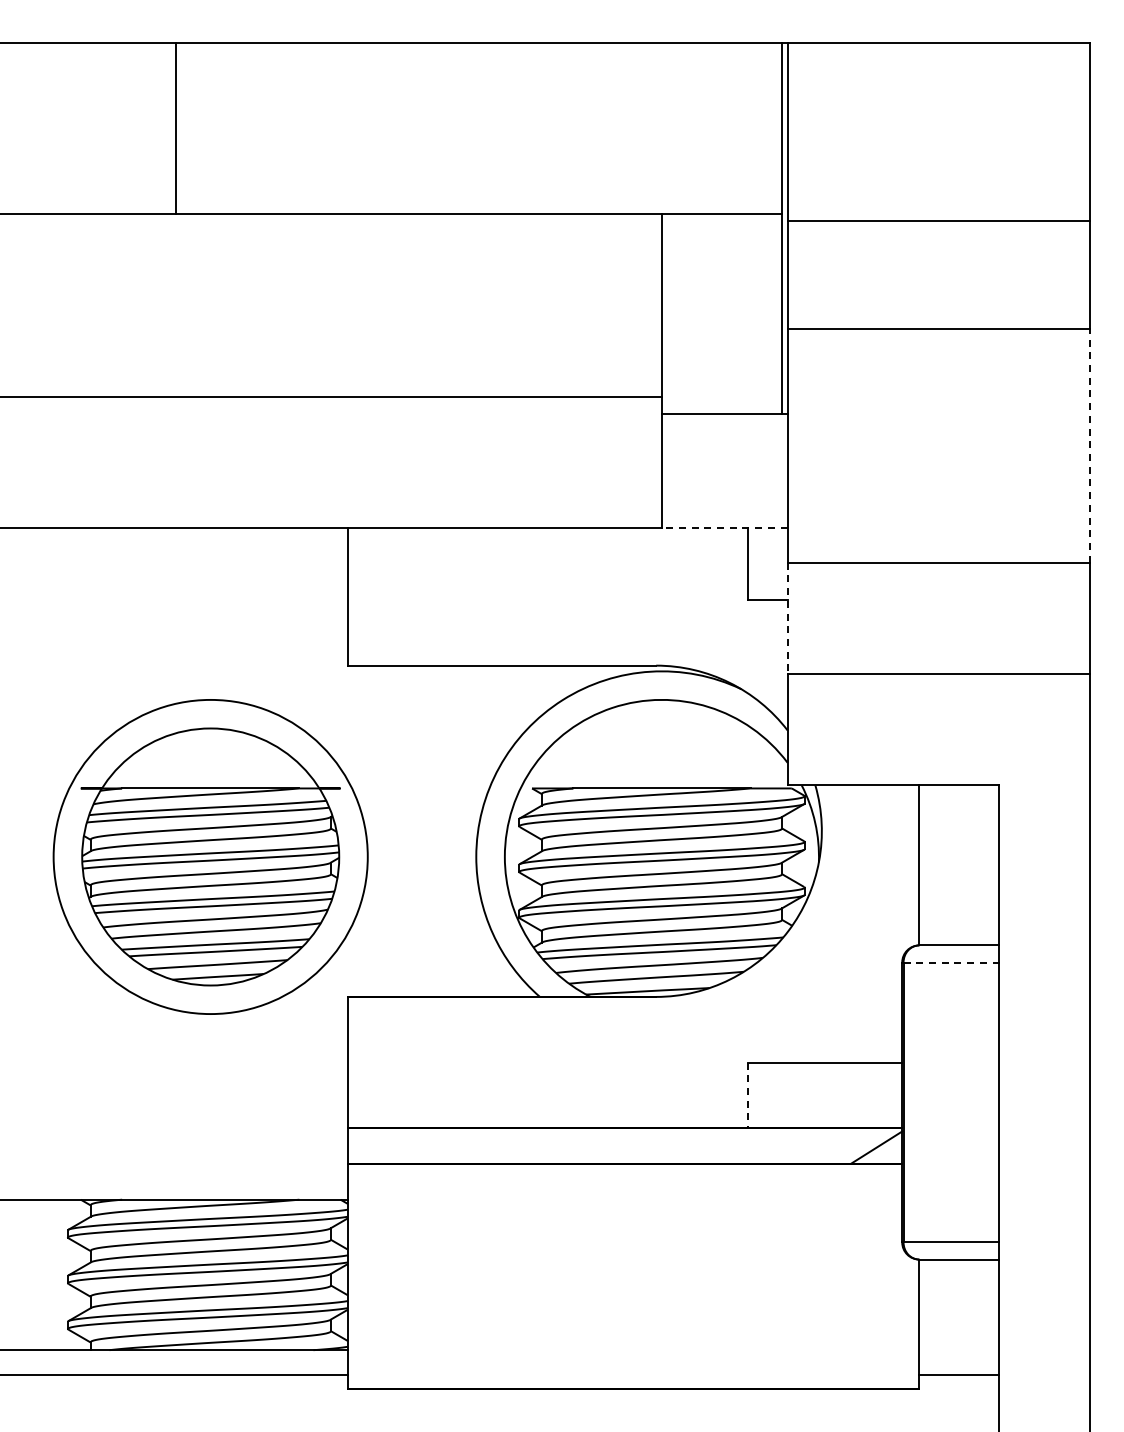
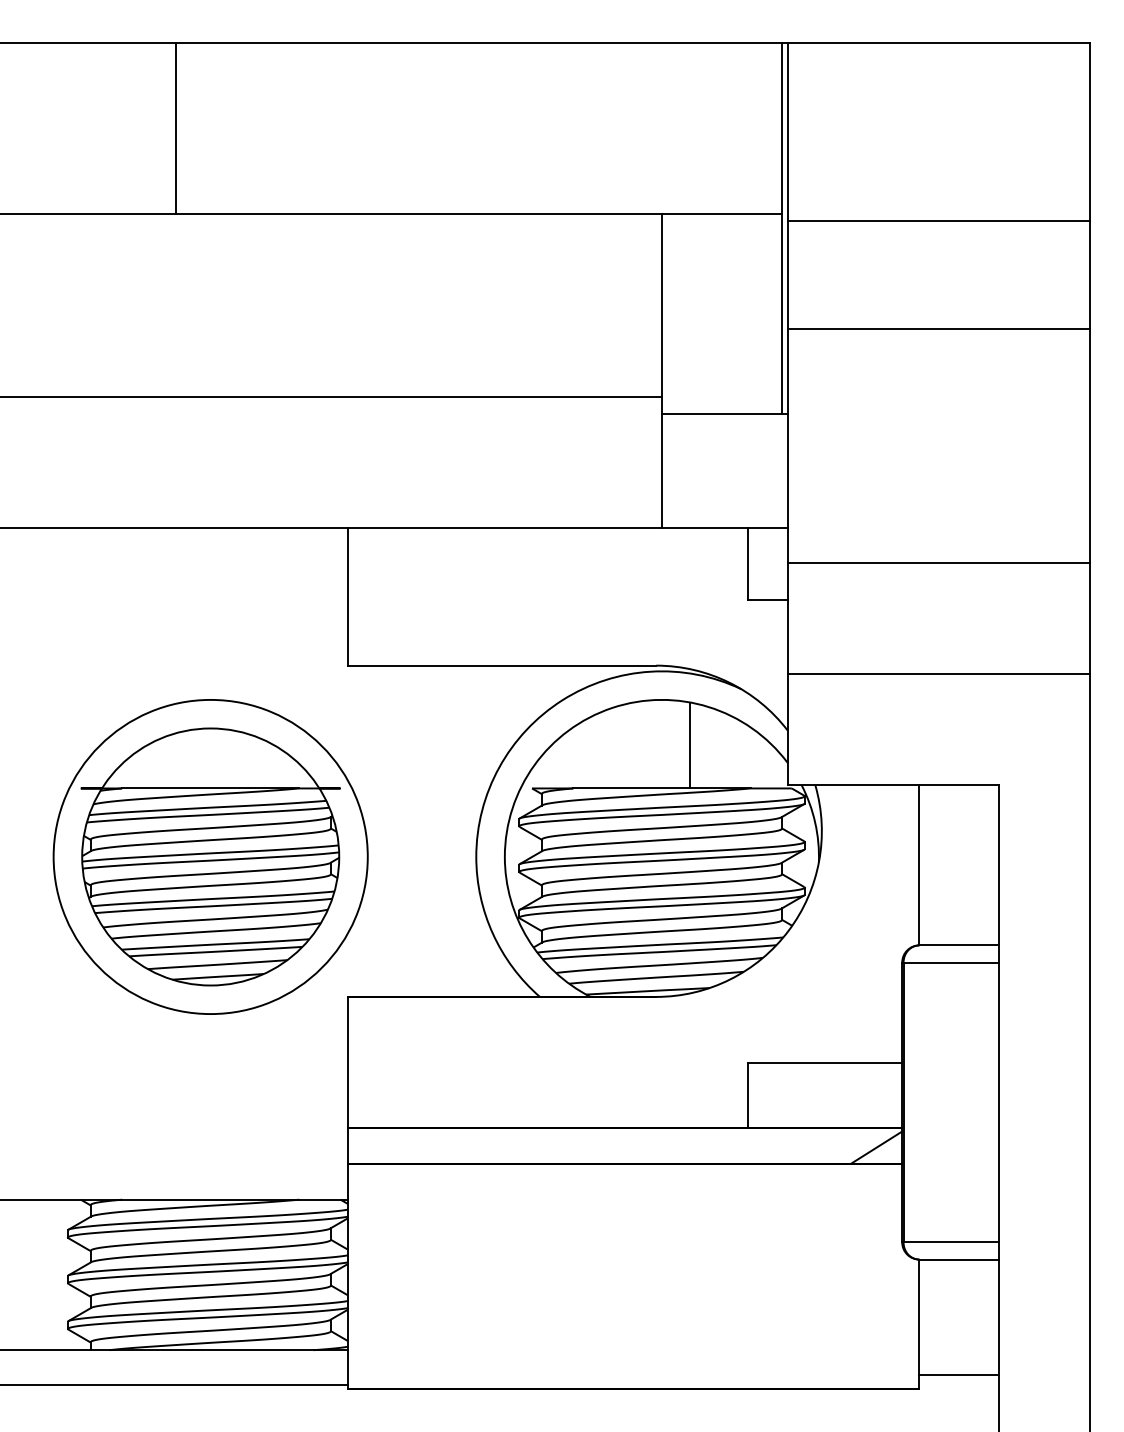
line at (1090, 445): dashed -> solid
line at (724, 528): dashed -> solid
line at (787, 618): dashed -> solid
line at (690, 745): none -> present
line at (951, 962): dashed -> solid
line at (747, 1095): dashed -> solid
line at (174, 1375) position: (174, 1375) -> (174, 1385)
